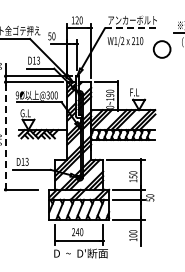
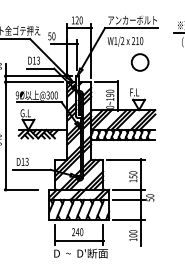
line at (131, 28): dashed -> solid
circle at (161, 49) position: (161, 49) -> (139, 62)
line at (5, 136): dashed -> solid
